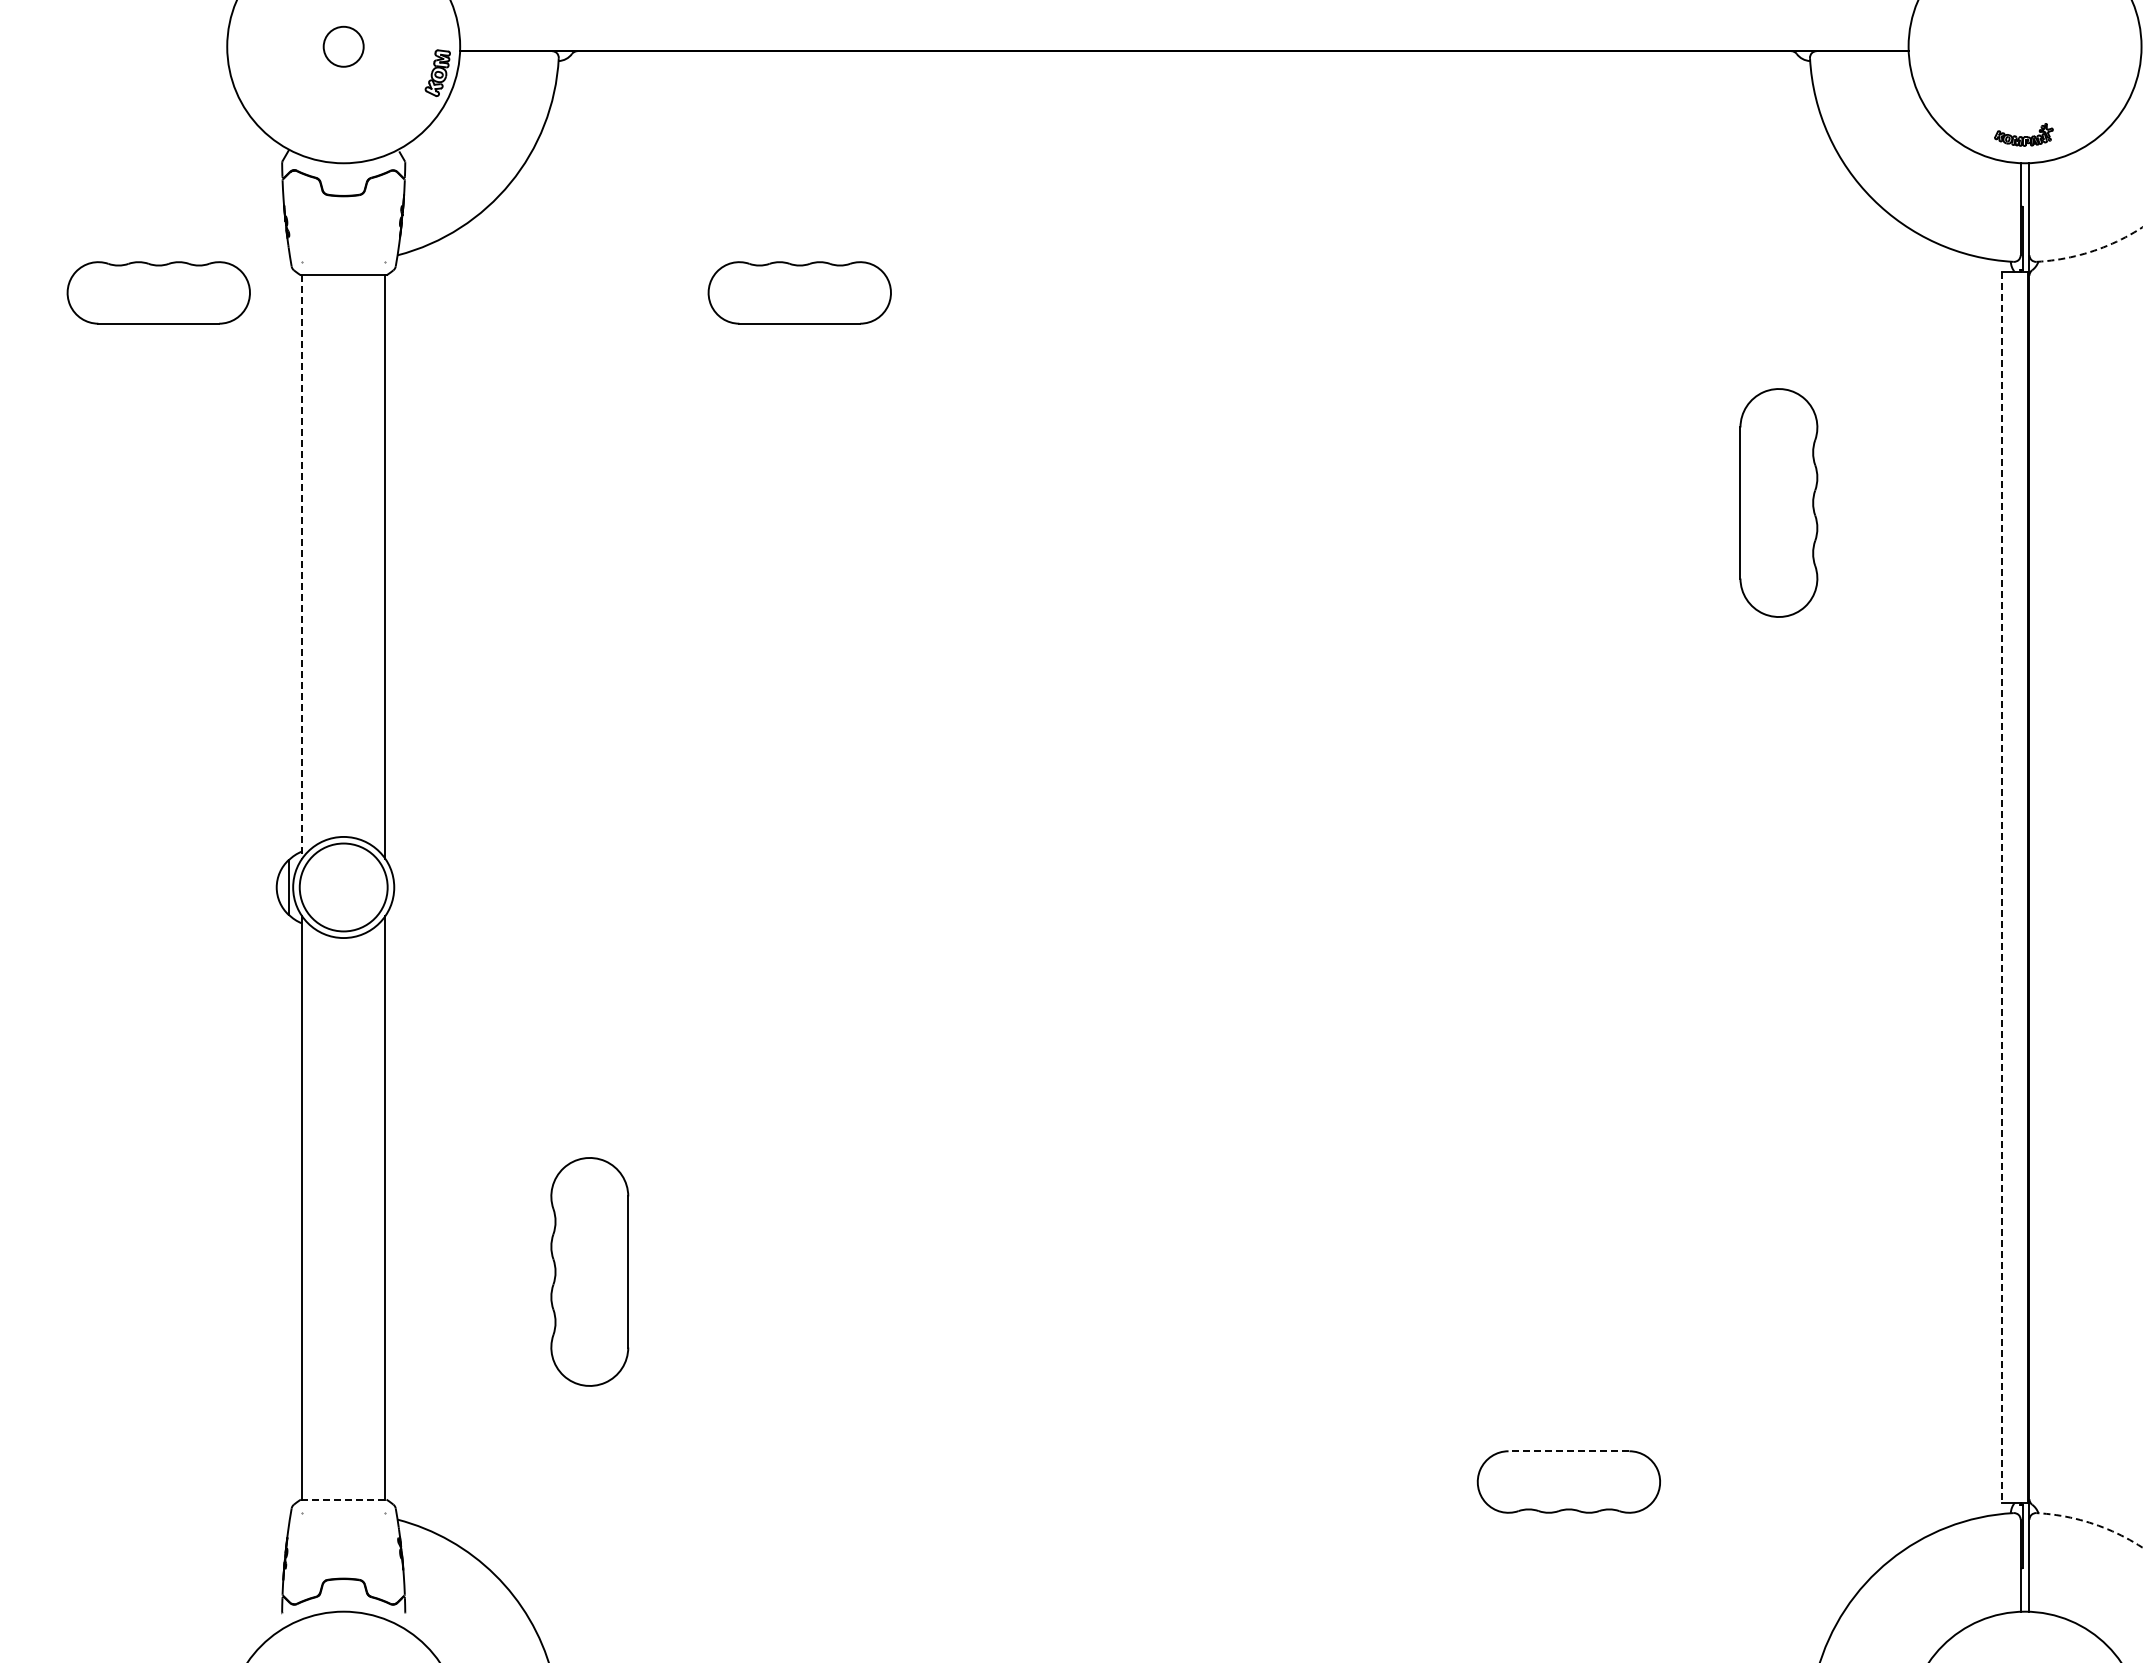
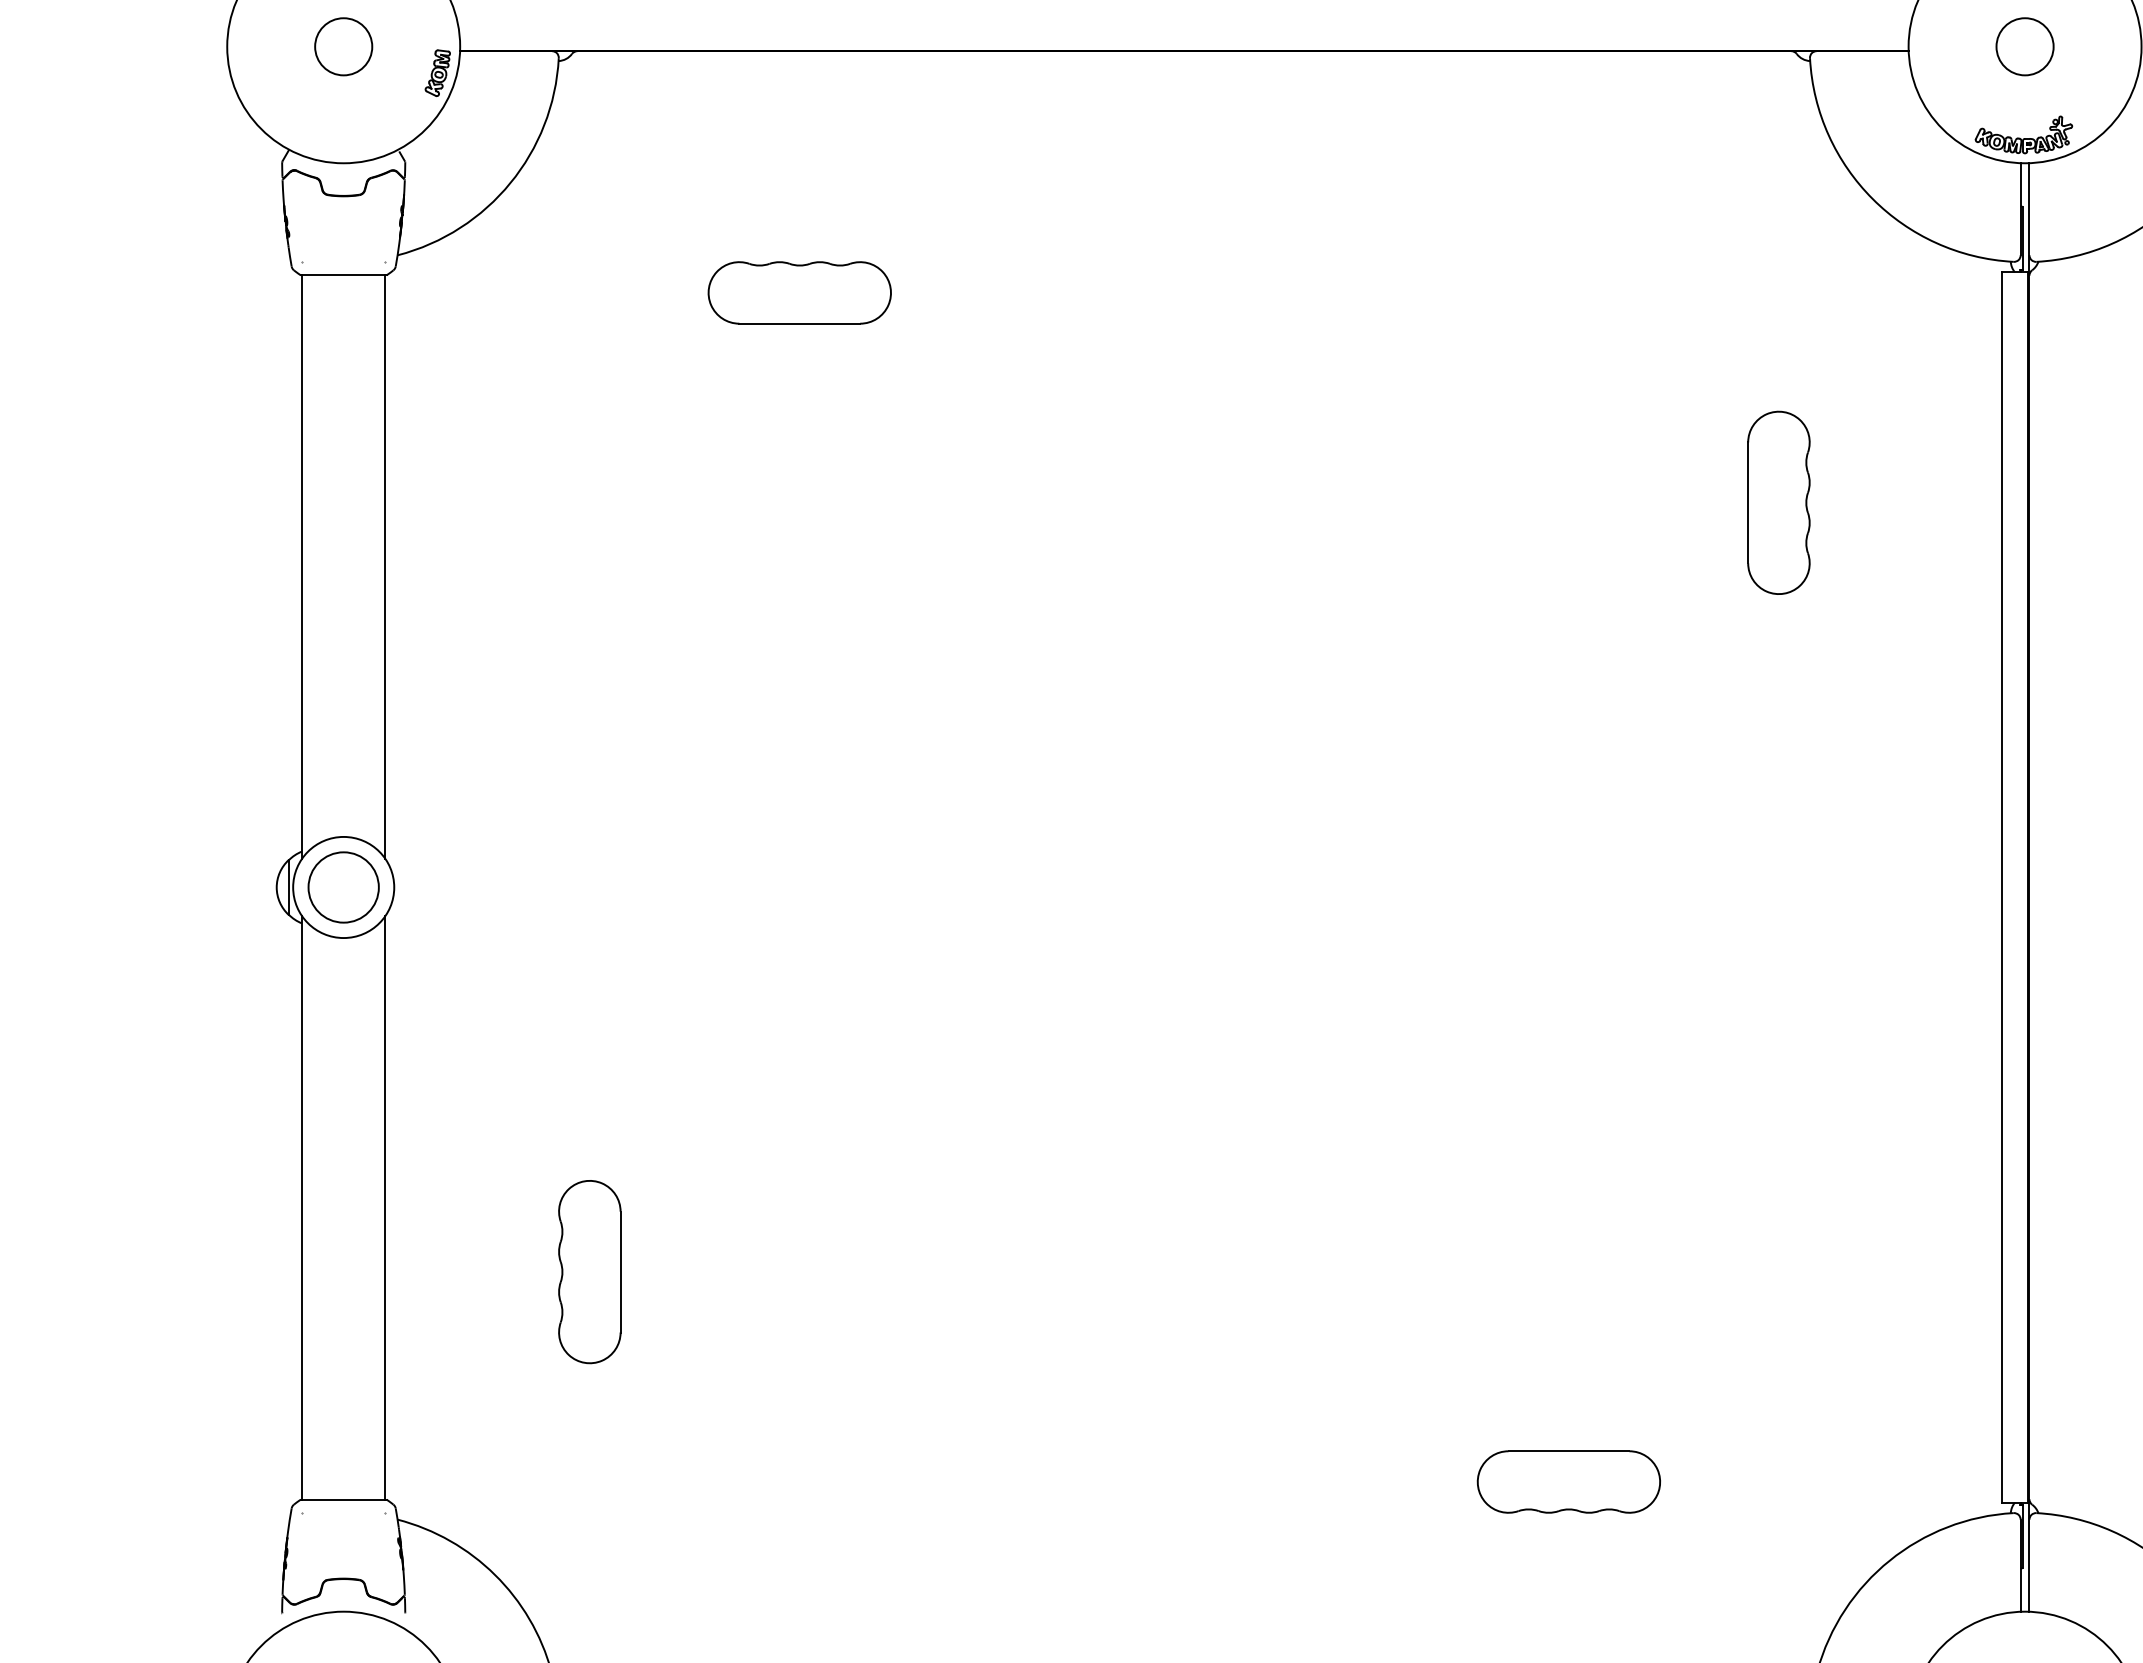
circle at (343, 46) diameter: 40 px -> 57 px
circle at (2024, 46): none -> present
part at (2023, 134) size: 60x24 px -> 100x40 px
arc at (2092, 251): dashed -> solid
part at (158, 292): present -> none
part at (1778, 502) size: 80x230 px -> 64x185 px
line at (301, 567): dashed -> solid
circle at (343, 887) diameter: 88 px -> 70 px
line at (2001, 887): dashed -> solid
part at (589, 1271) size: 80x230 px -> 64x185 px
line at (1568, 1451): dashed -> solid
line at (343, 1499): dashed -> solid
arc at (2092, 1523): dashed -> solid
